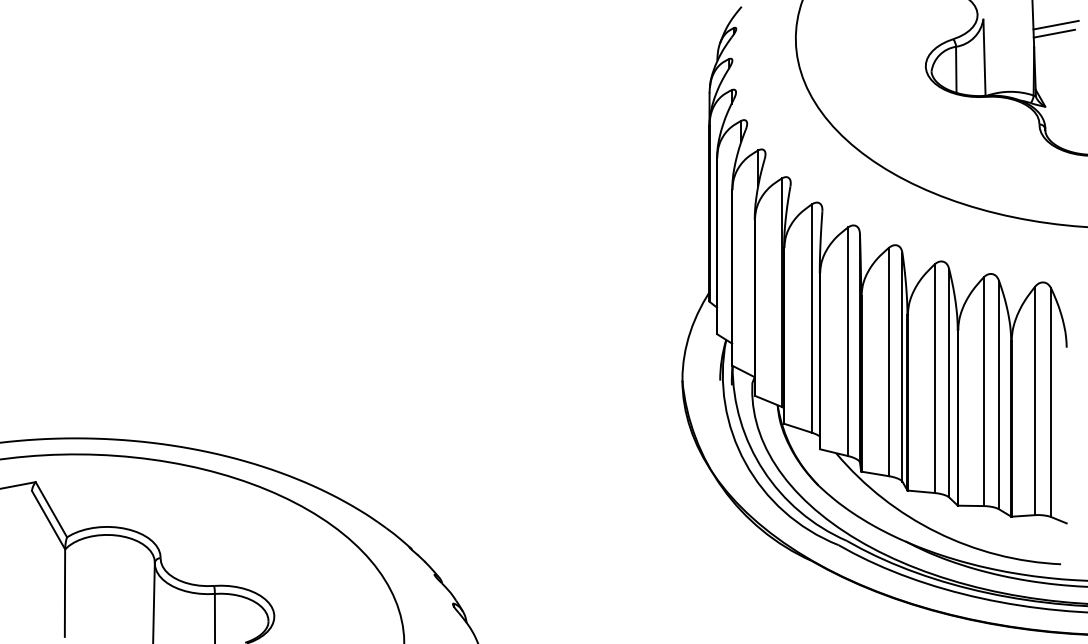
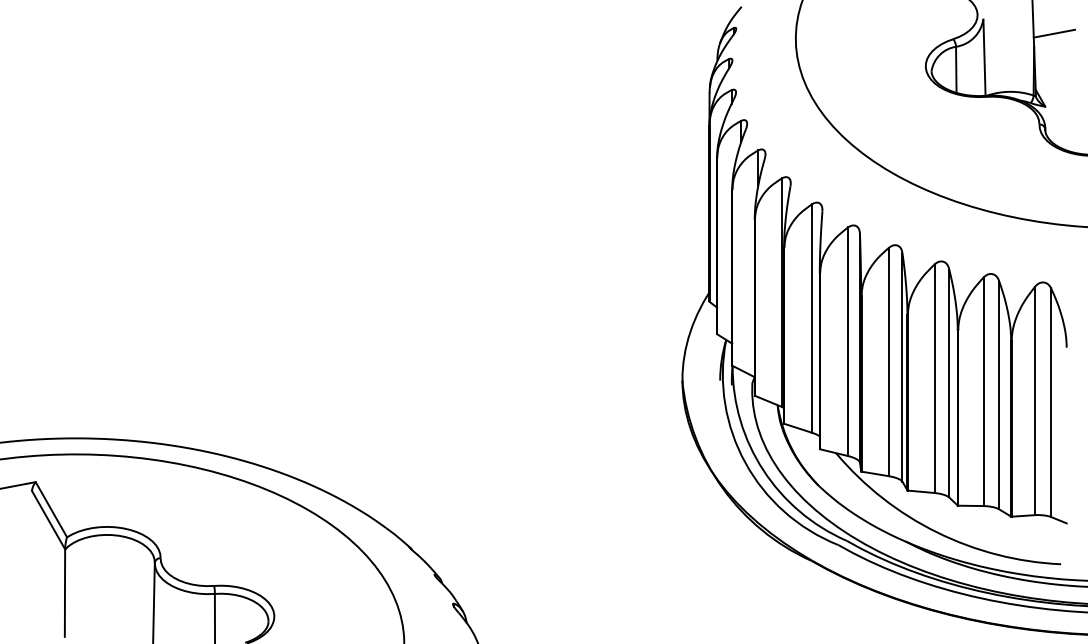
line at (1055, 24): present -> none
